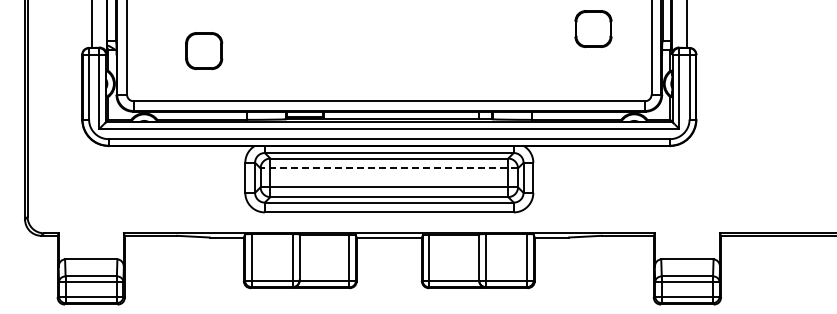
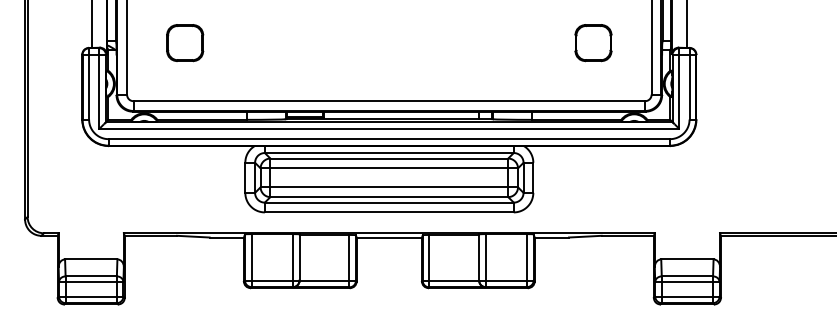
part at (593, 29) position: (593, 29) -> (593, 43)
part at (204, 51) position: (204, 51) -> (185, 43)
line at (389, 168): dashed -> solid
